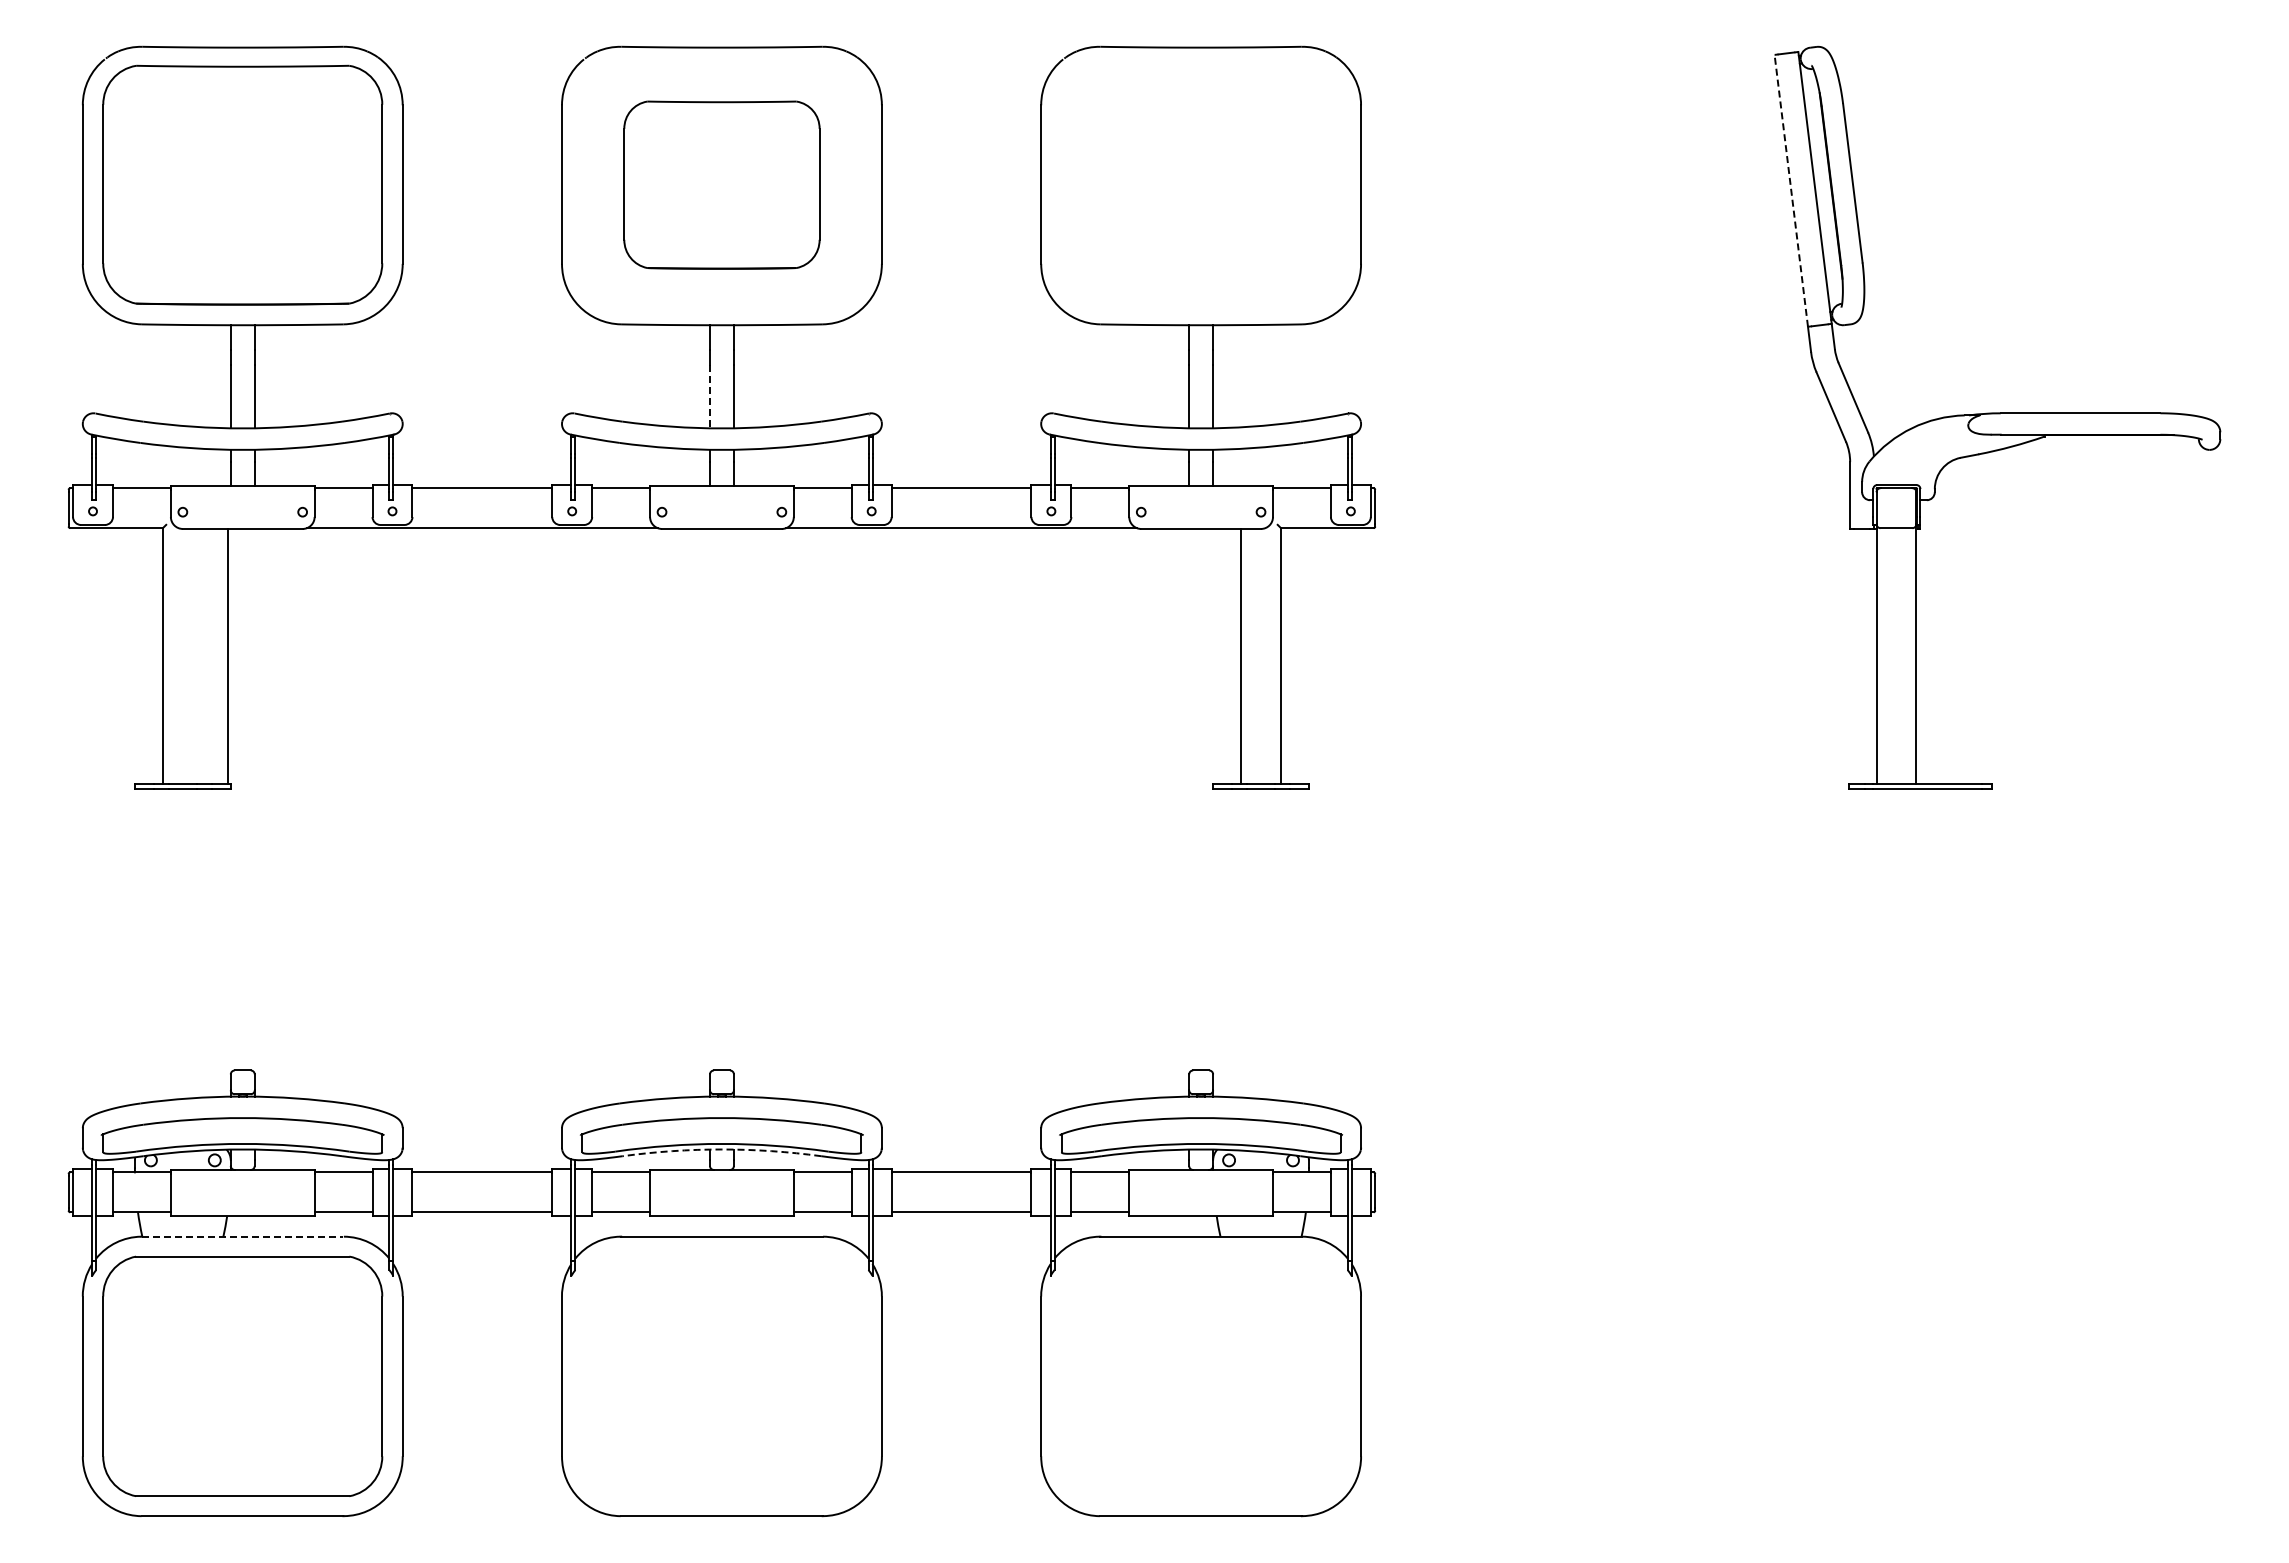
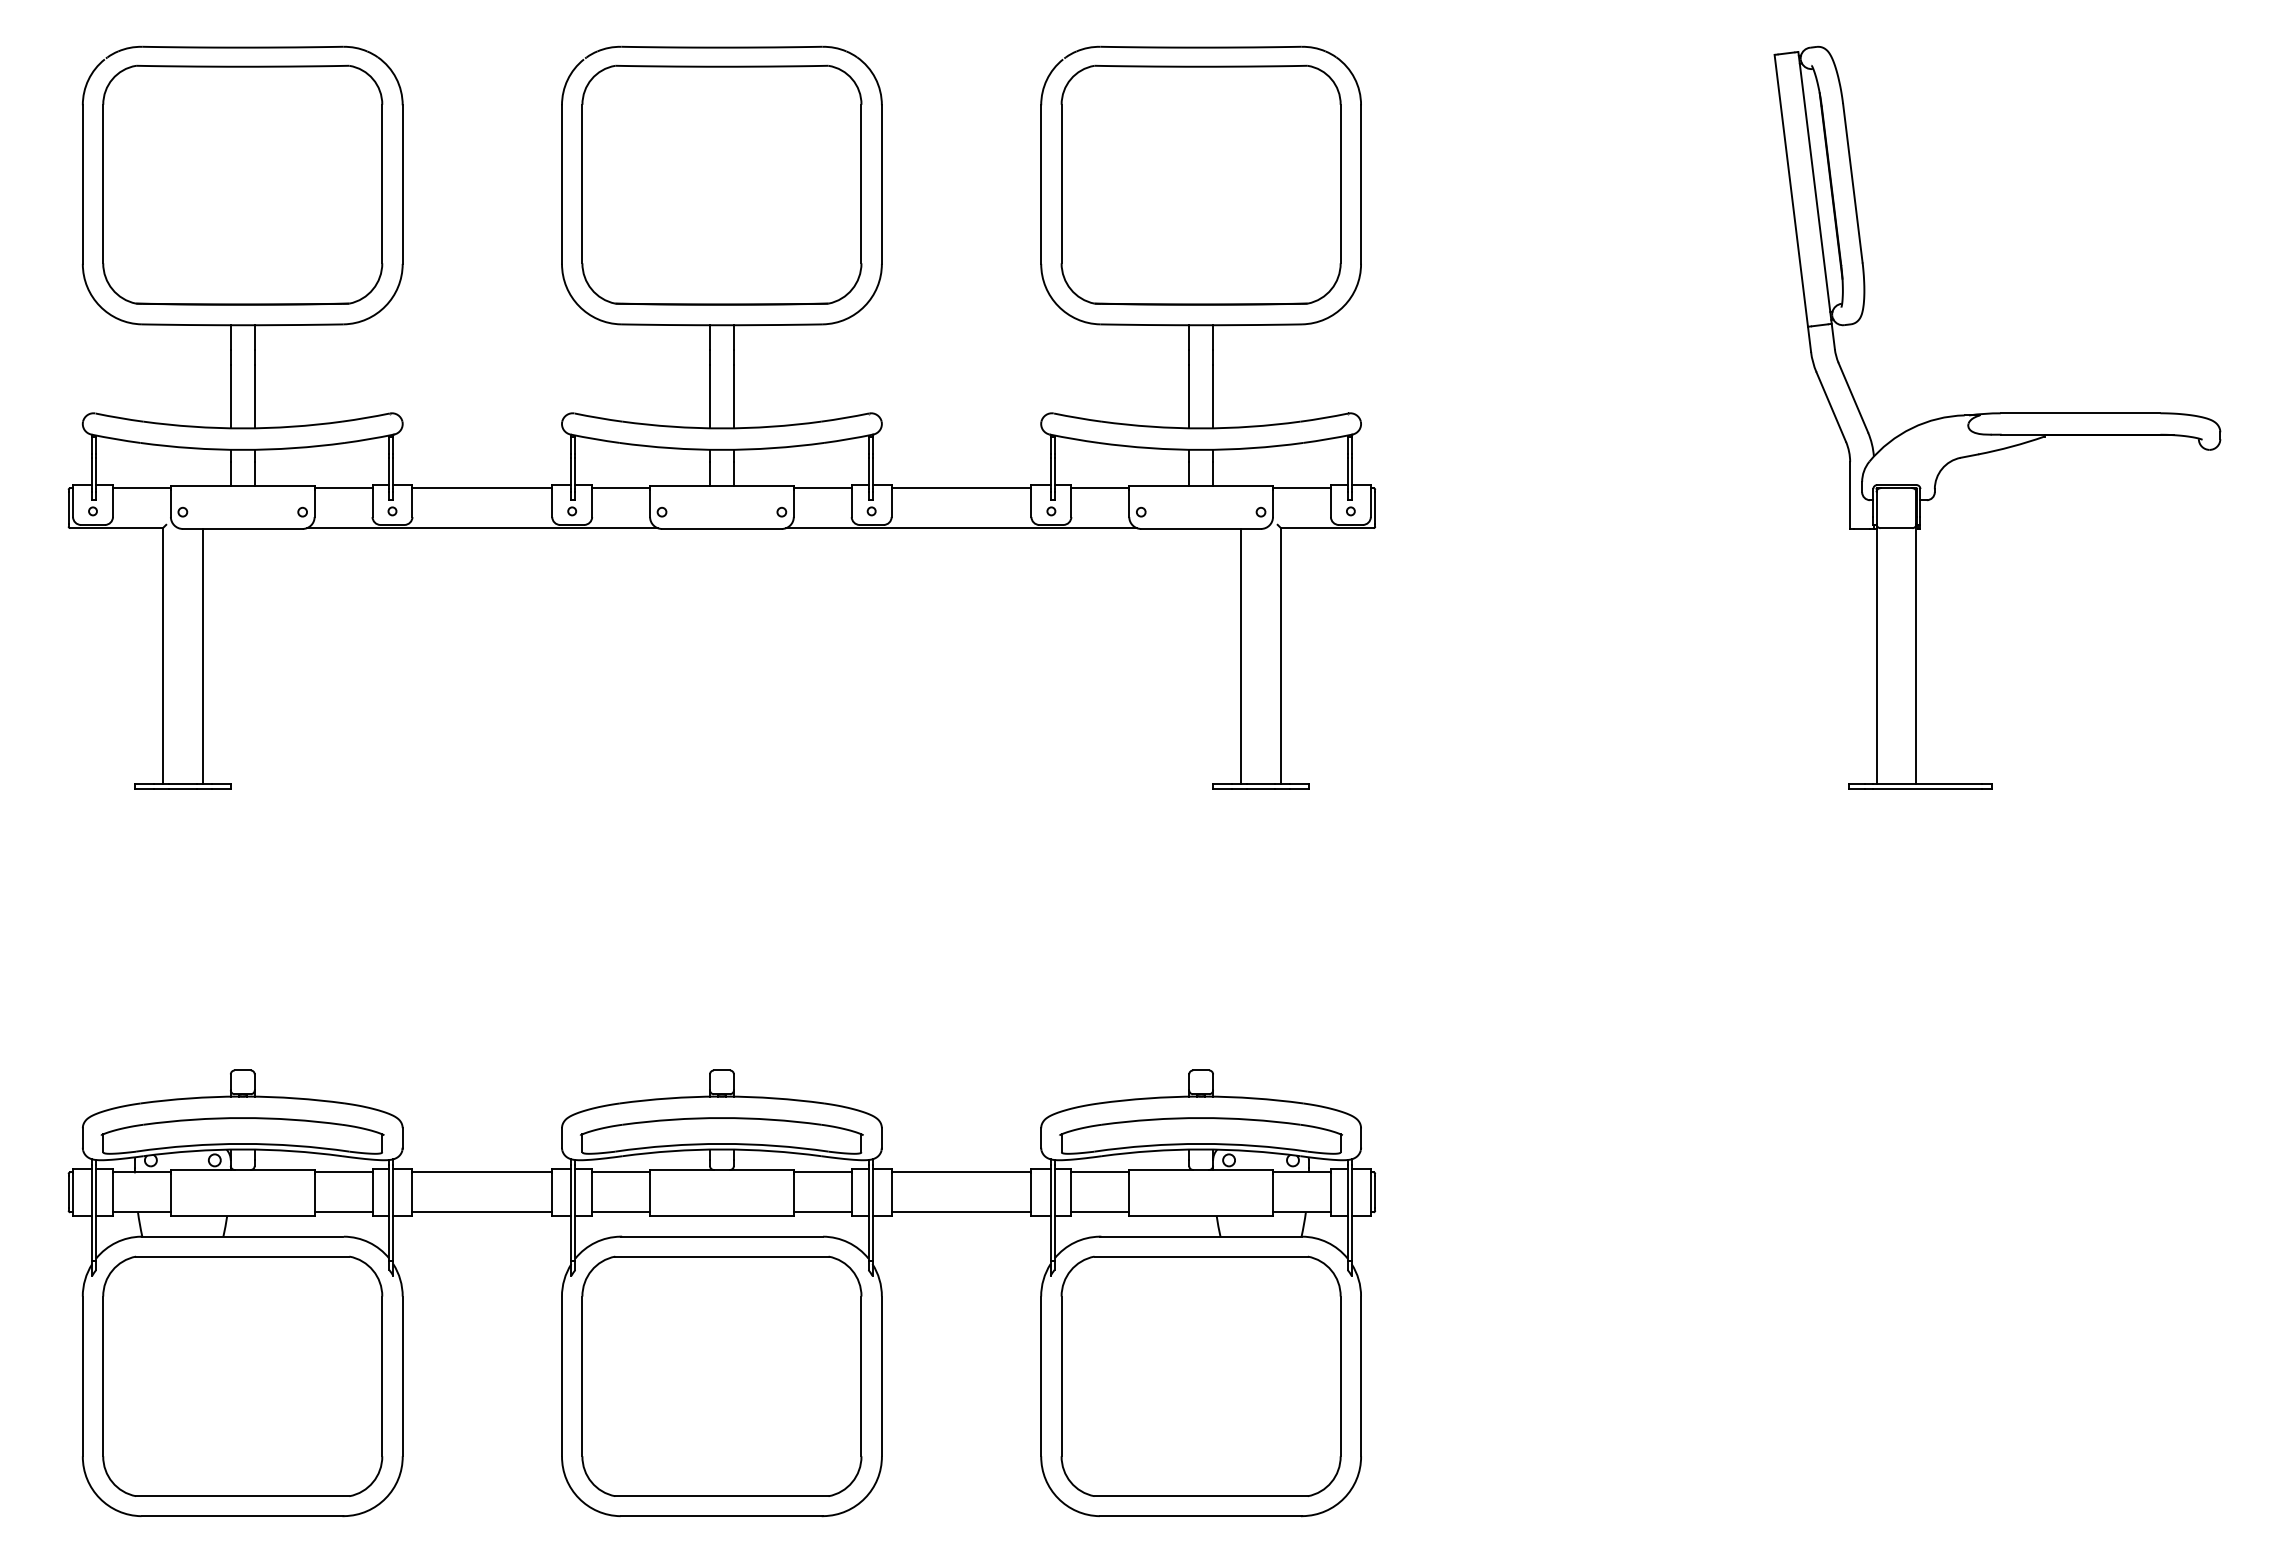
part at (721, 184) size: 198x170 px -> 282x242 px
part at (1200, 184): none -> present
line at (1791, 190): dashed -> solid
line at (709, 396): dashed -> solid
line at (227, 655) position: (227, 655) -> (202, 655)
arc at (721, 1149): dashed -> solid
line at (242, 1236): dashed -> solid
part at (721, 1375): none -> present
part at (1200, 1375): none -> present
